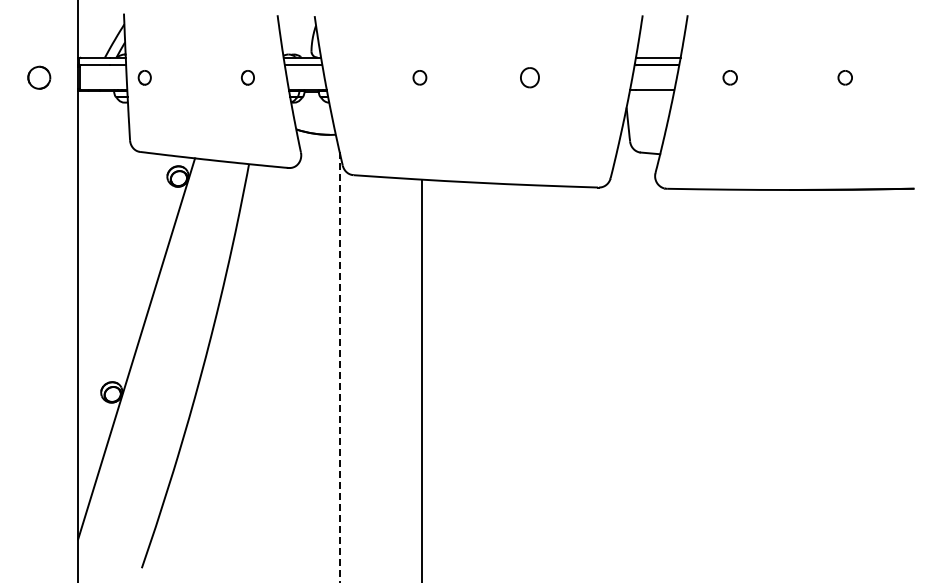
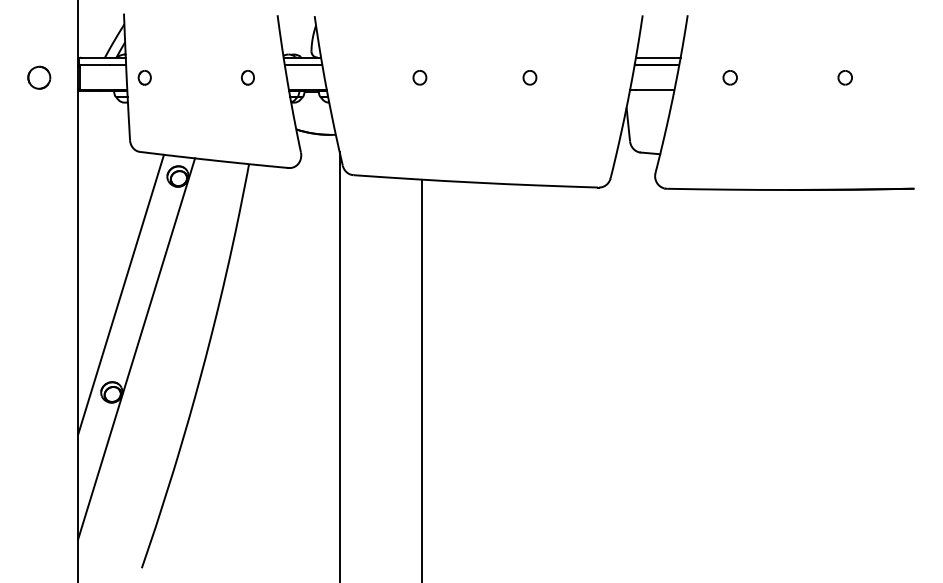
part at (529, 77) size: 20x22 px -> 16x16 px
line at (121, 294): none -> present
line at (339, 367): dashed -> solid
